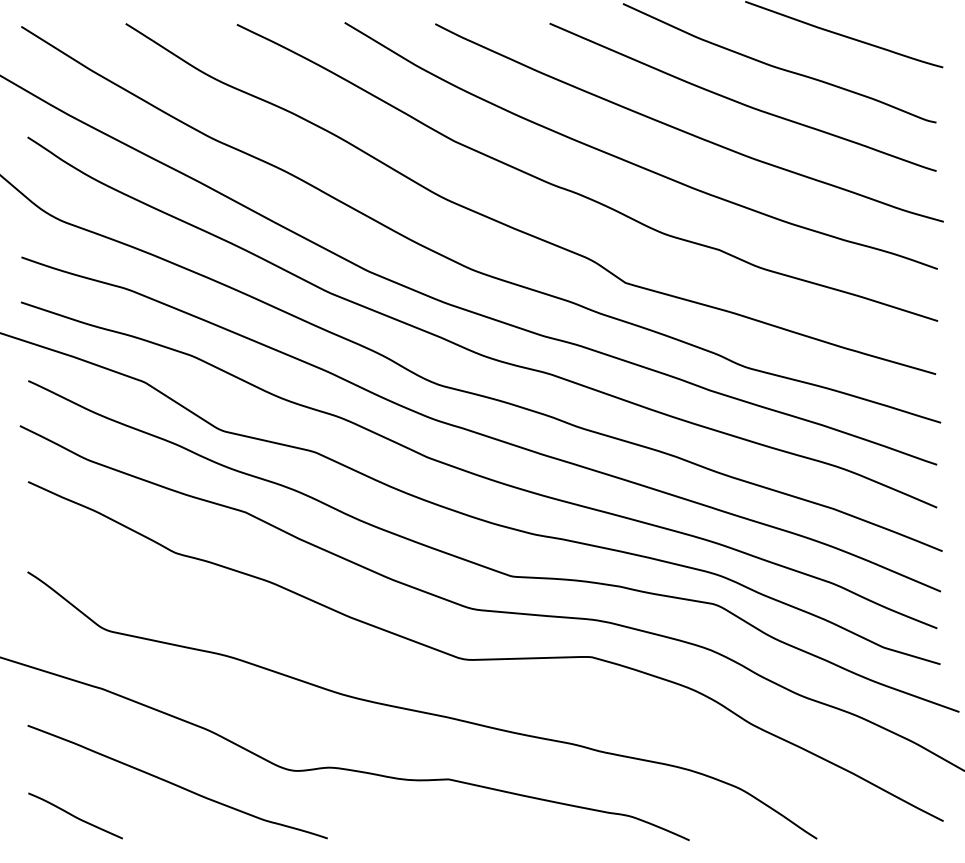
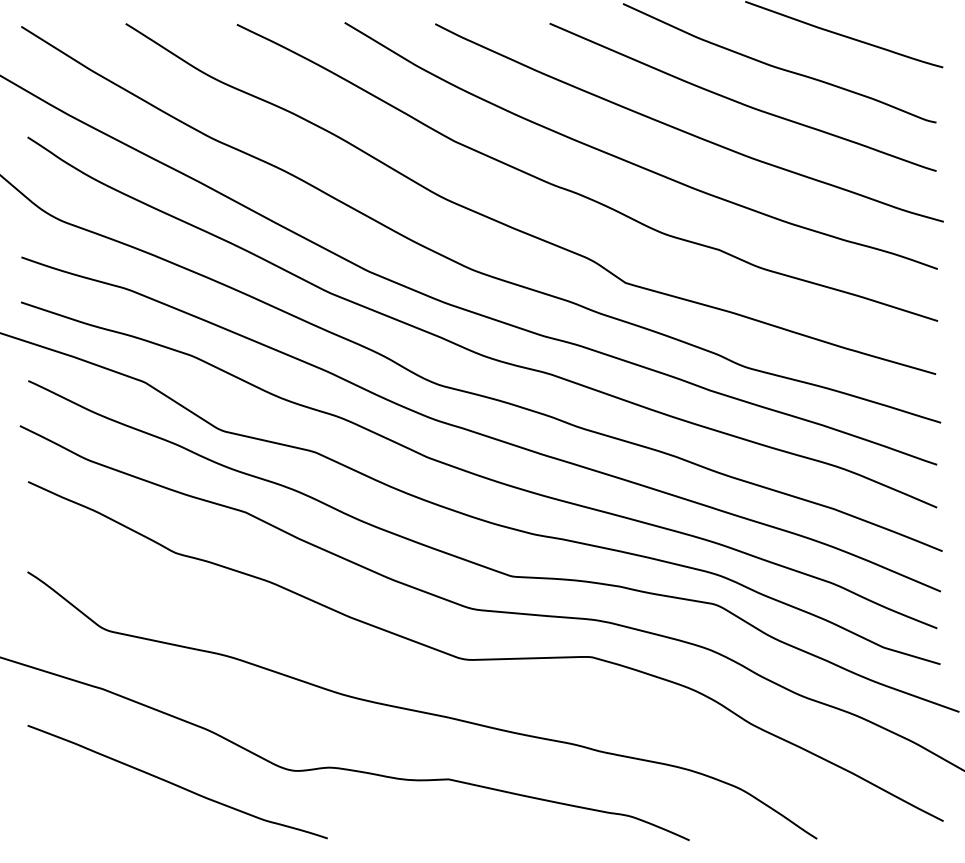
curve at (74, 815): present -> none
